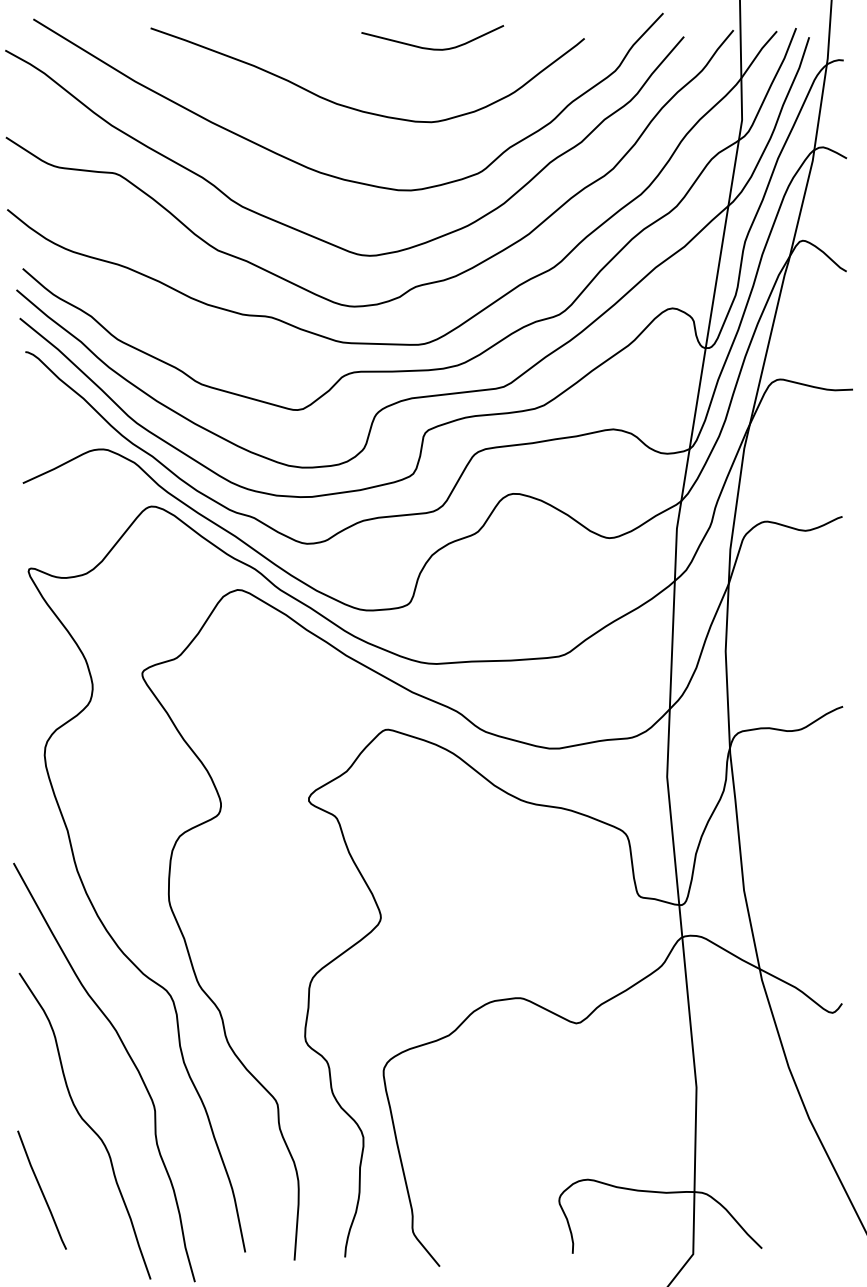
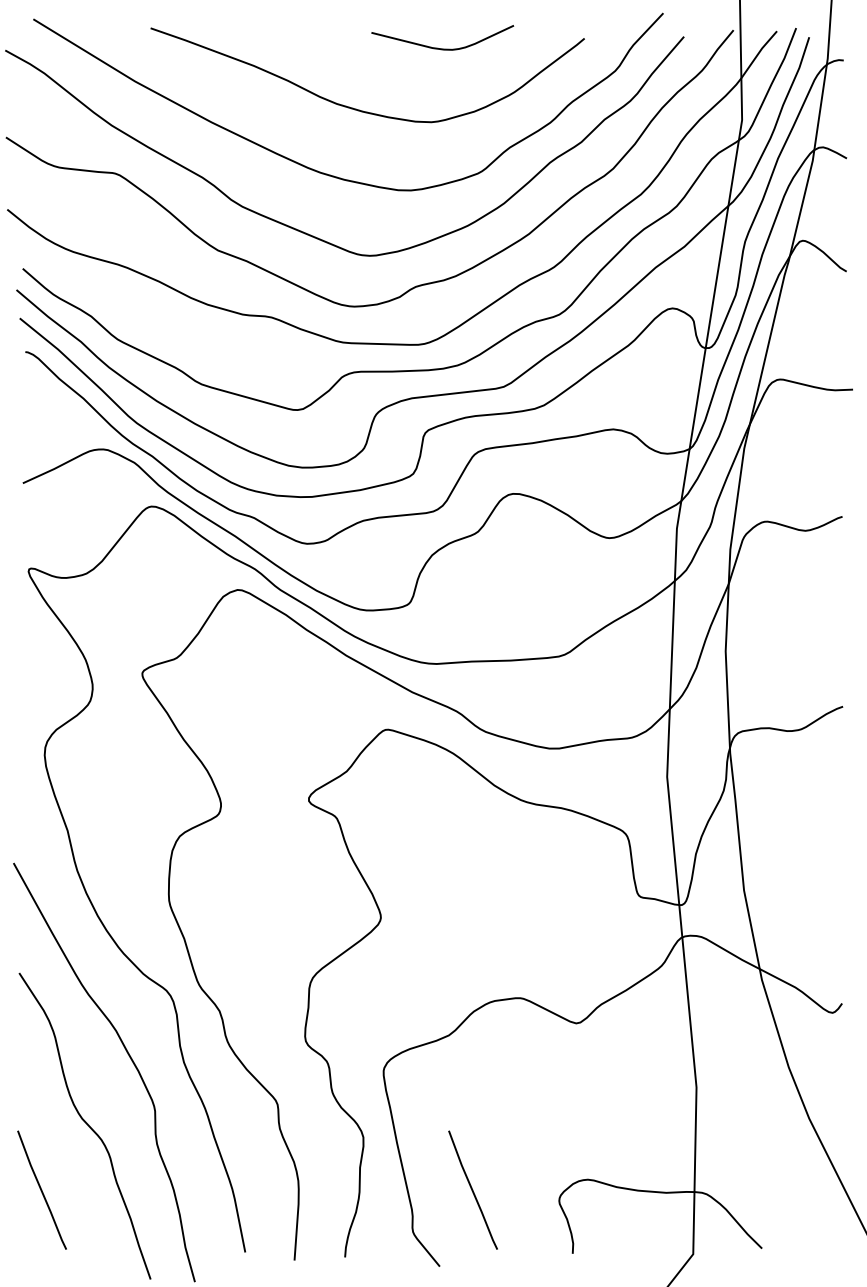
curve at (432, 48) position: (432, 48) -> (442, 48)
line at (472, 1189): none -> present
